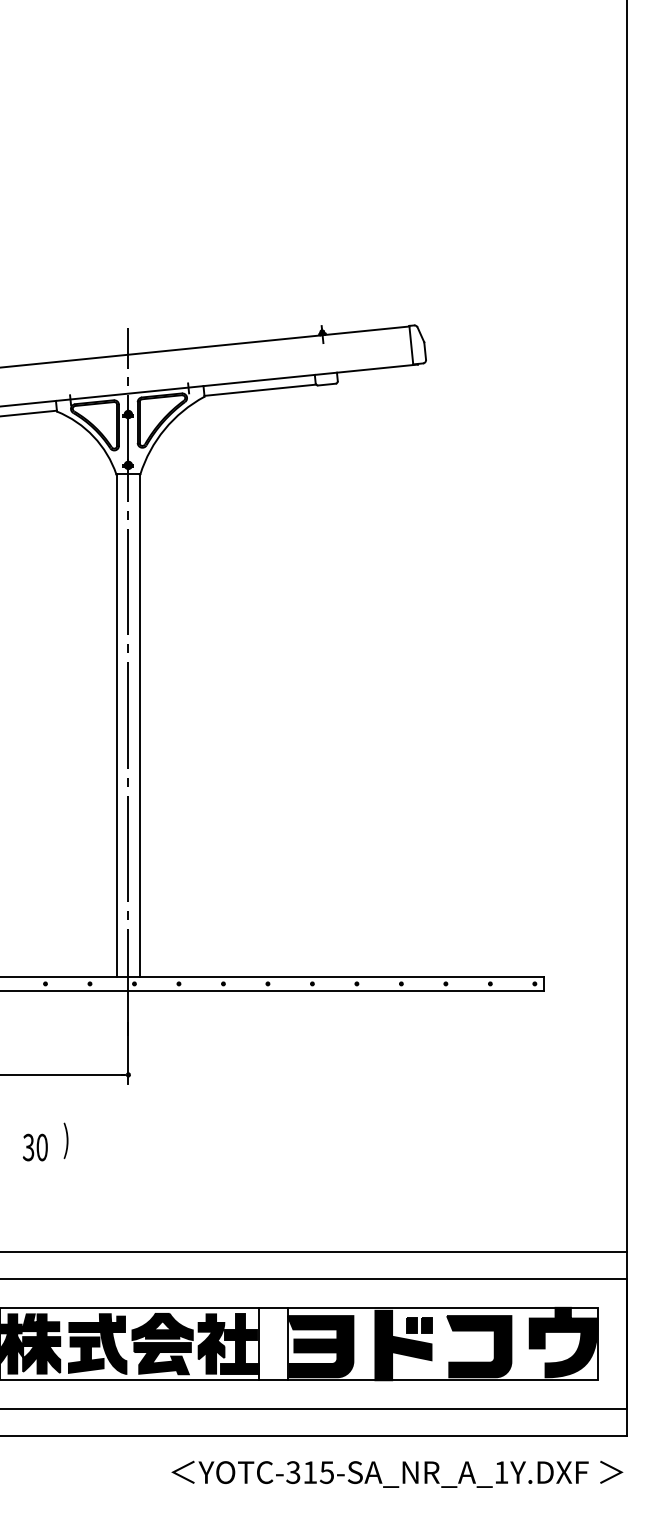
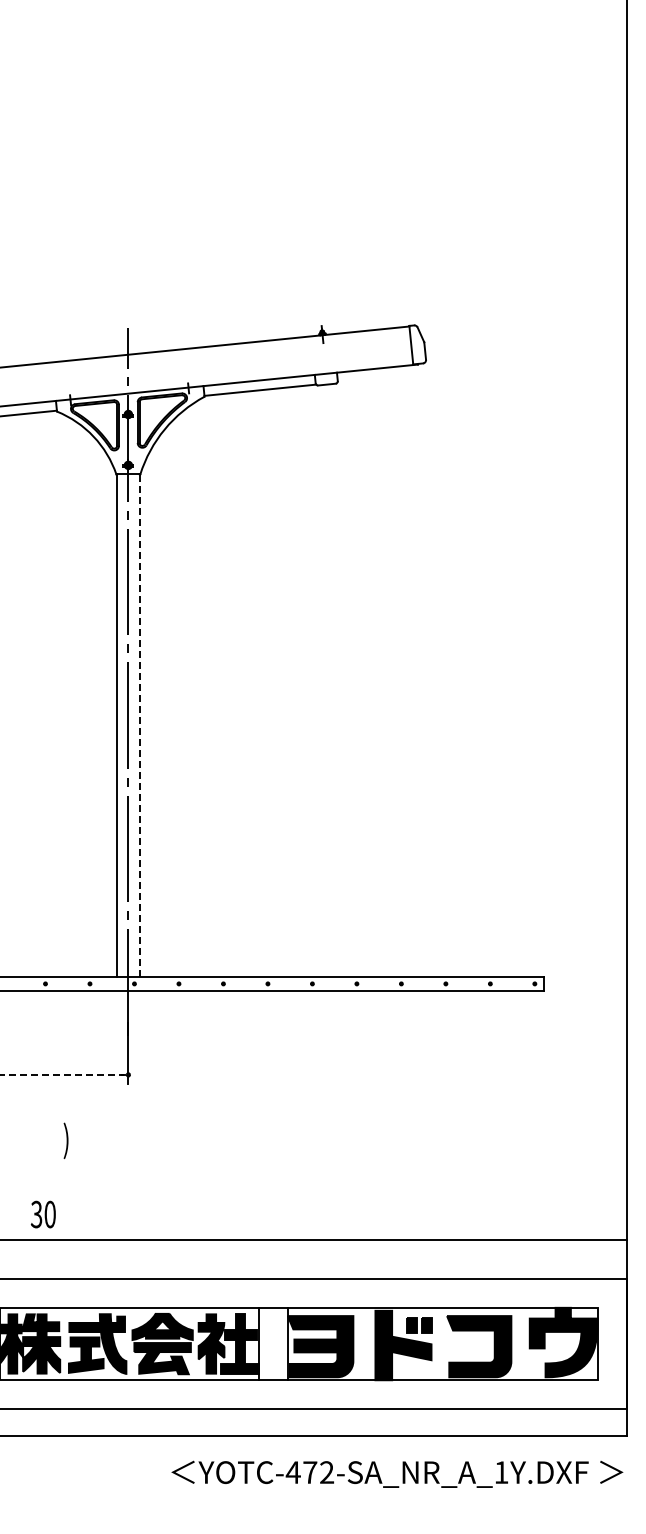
line at (139, 724): solid -> dashed
line at (61, 1074): solid -> dashed
text at (34, 1147) position: (34, 1147) -> (42, 1214)
line at (314, 1251) position: (314, 1251) -> (314, 1239)
text at (309, 1472): YOTC-315-SA_NR_A_1Y.DXF -> YOTC-472-SA_NR_A_1Y.DXF
